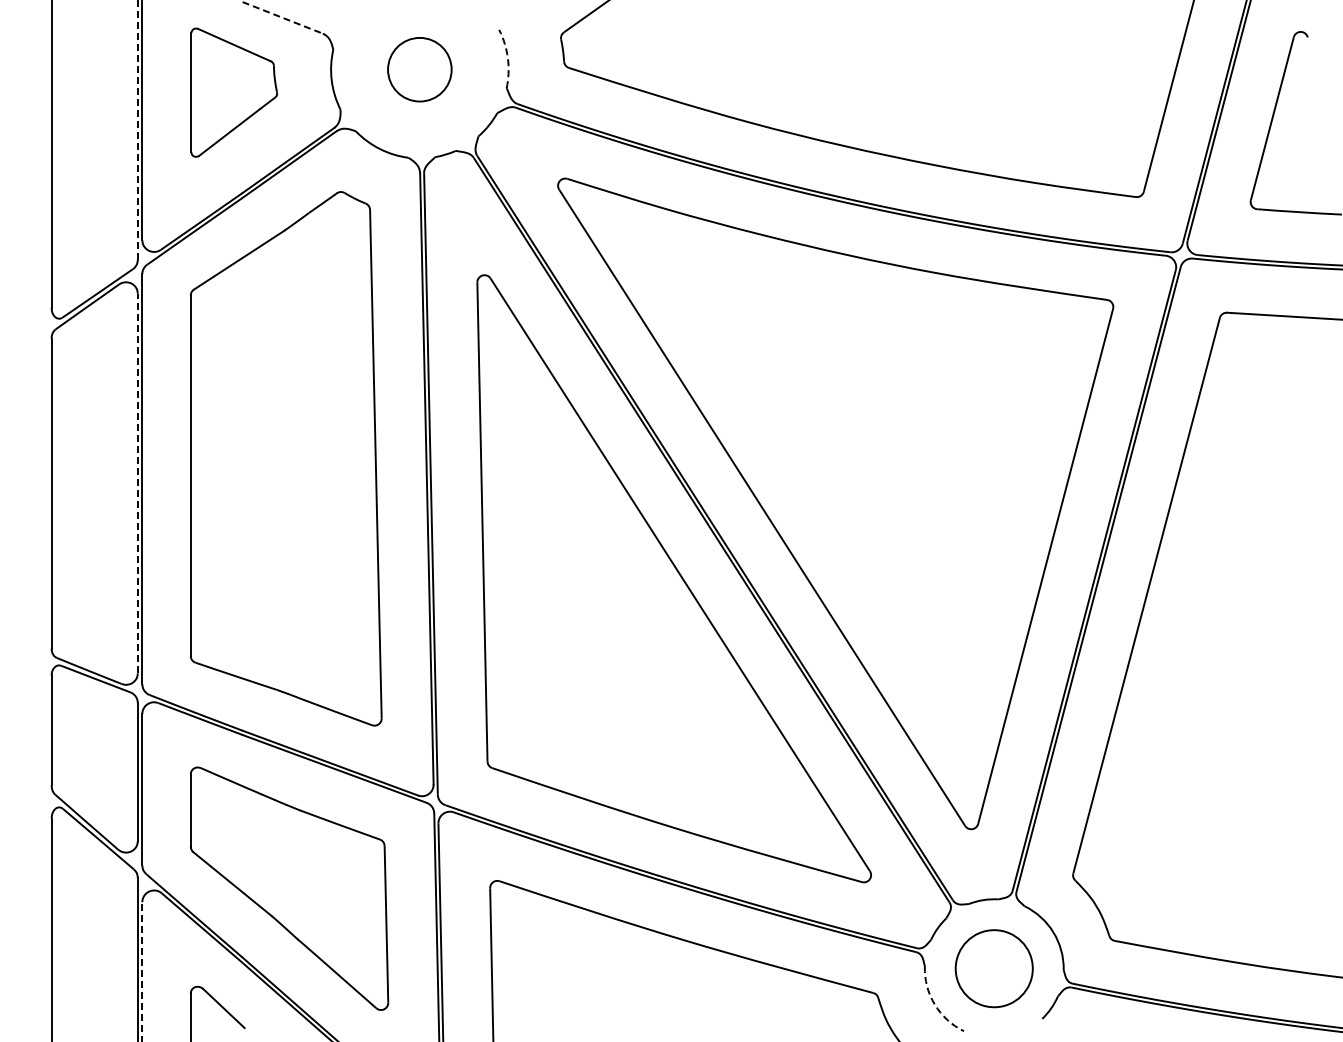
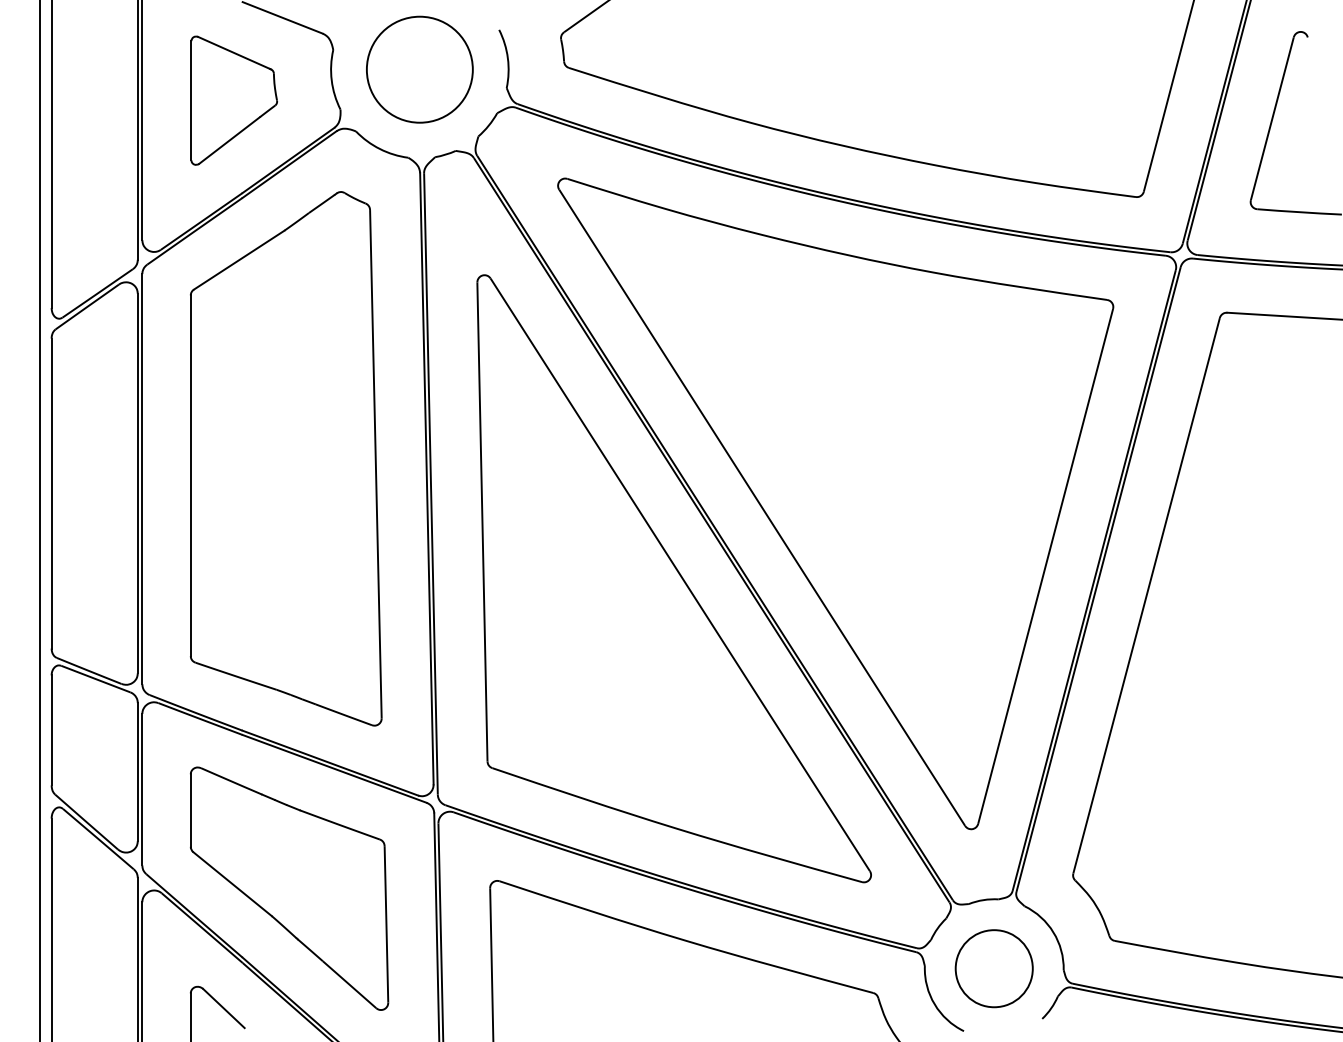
line at (283, 18): dashed -> solid
arc at (507, 58): dashed -> solid
circle at (419, 69) diameter: 64 px -> 106 px
part at (233, 92) position: (233, 92) -> (233, 100)
line at (137, 130): dashed -> solid
line at (137, 483): dashed -> solid
line at (40, 520): none -> present
line at (142, 971): dashed -> solid
arc at (934, 1004): dashed -> solid
